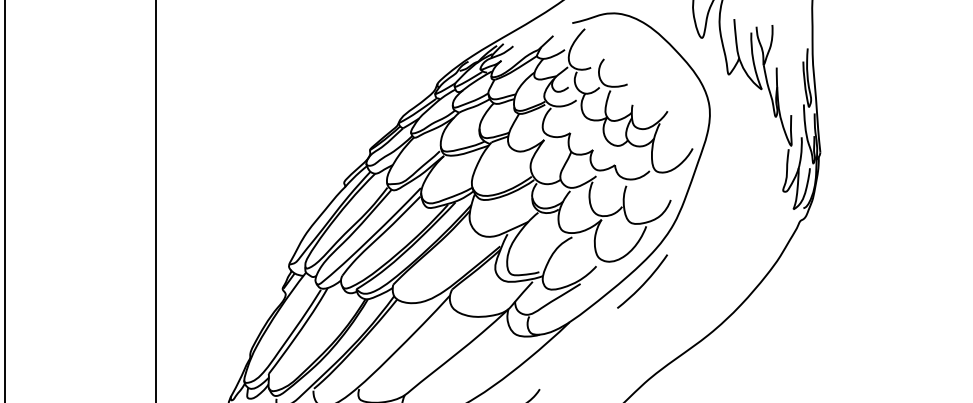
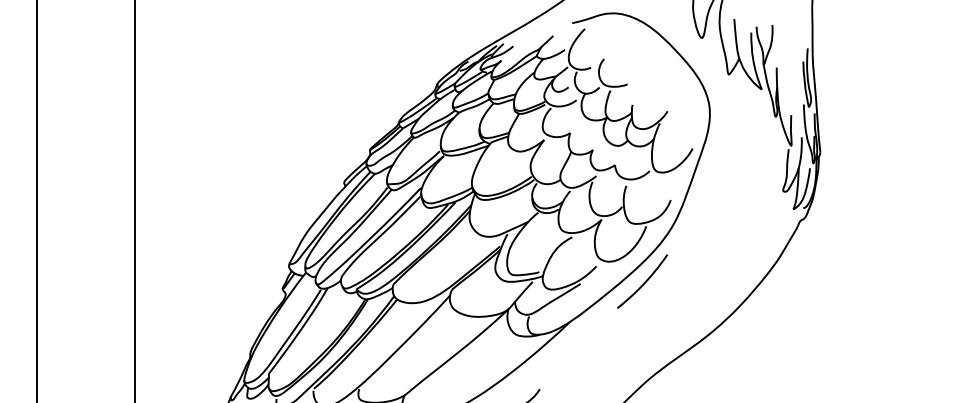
line at (5, 200) position: (5, 200) -> (37, 200)
line at (155, 200) position: (155, 200) -> (134, 200)
